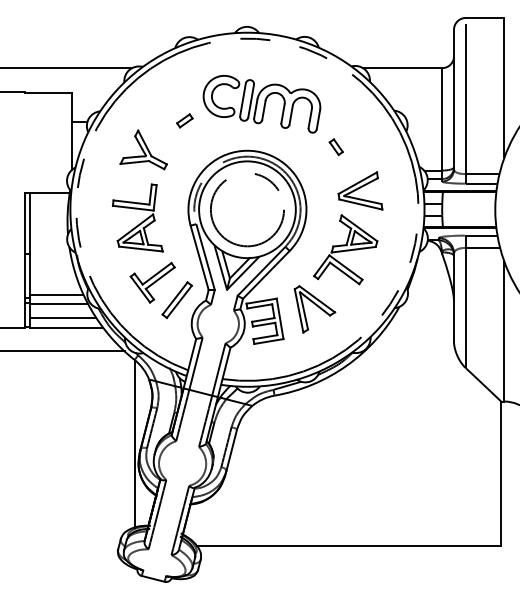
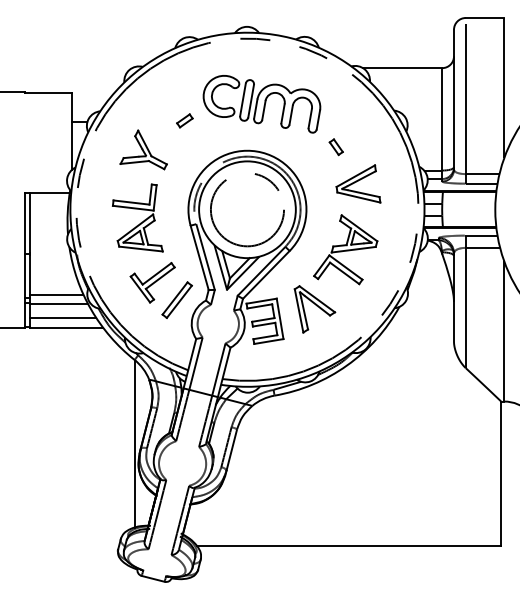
line at (67, 68): present -> none
part at (360, 190) position: (360, 190) -> (358, 183)
line at (63, 351): present -> none
